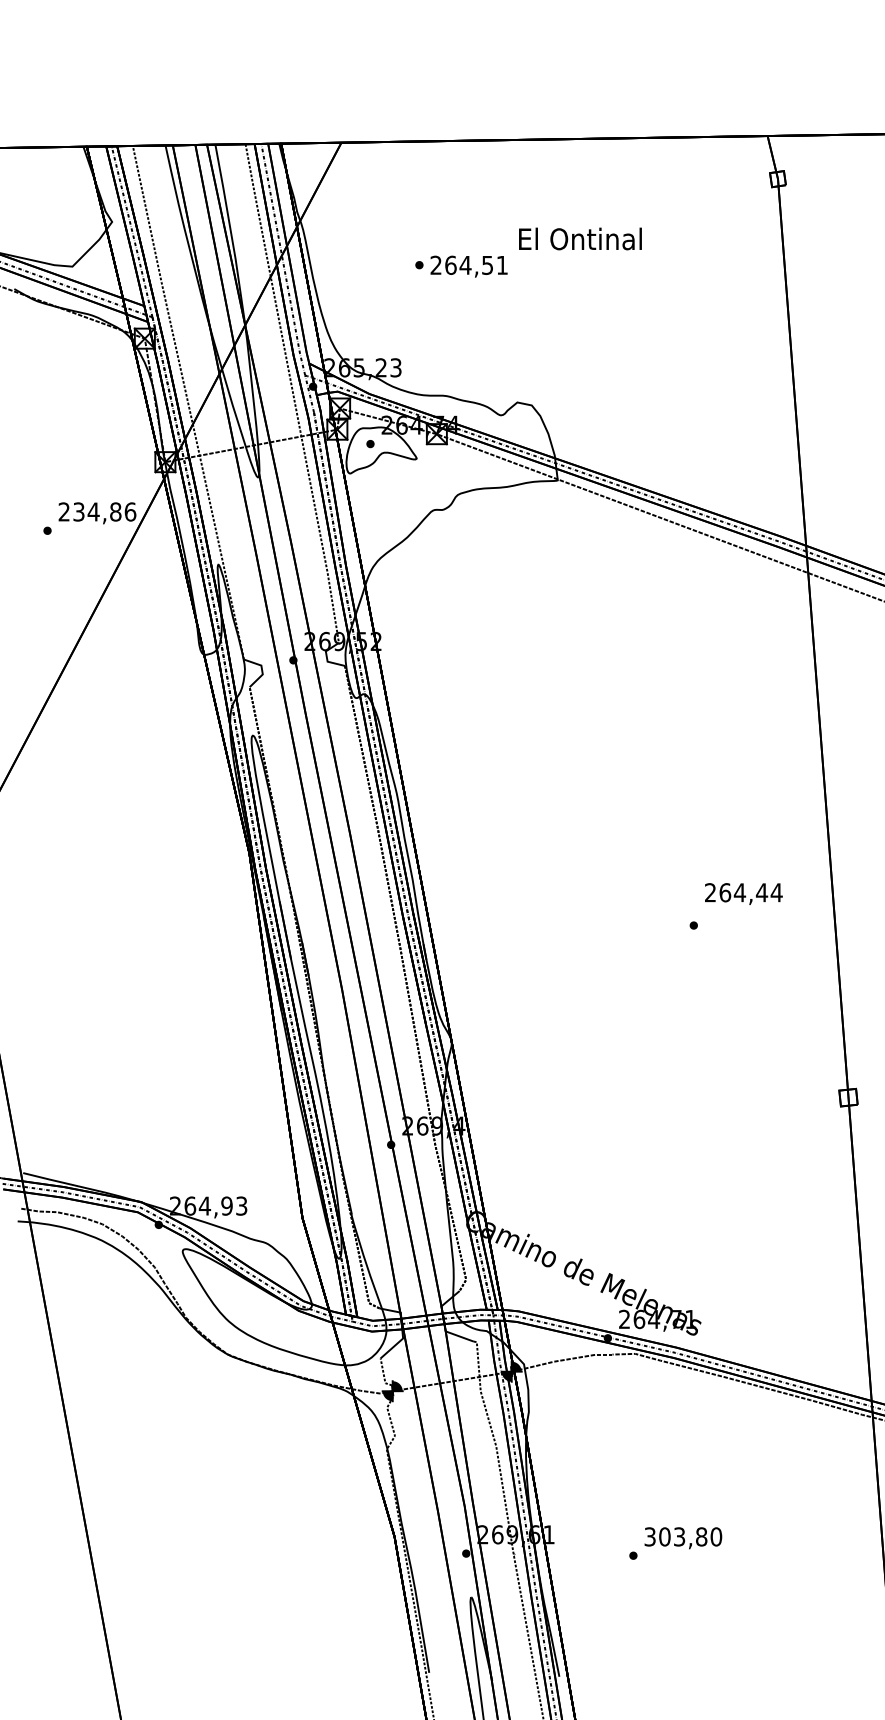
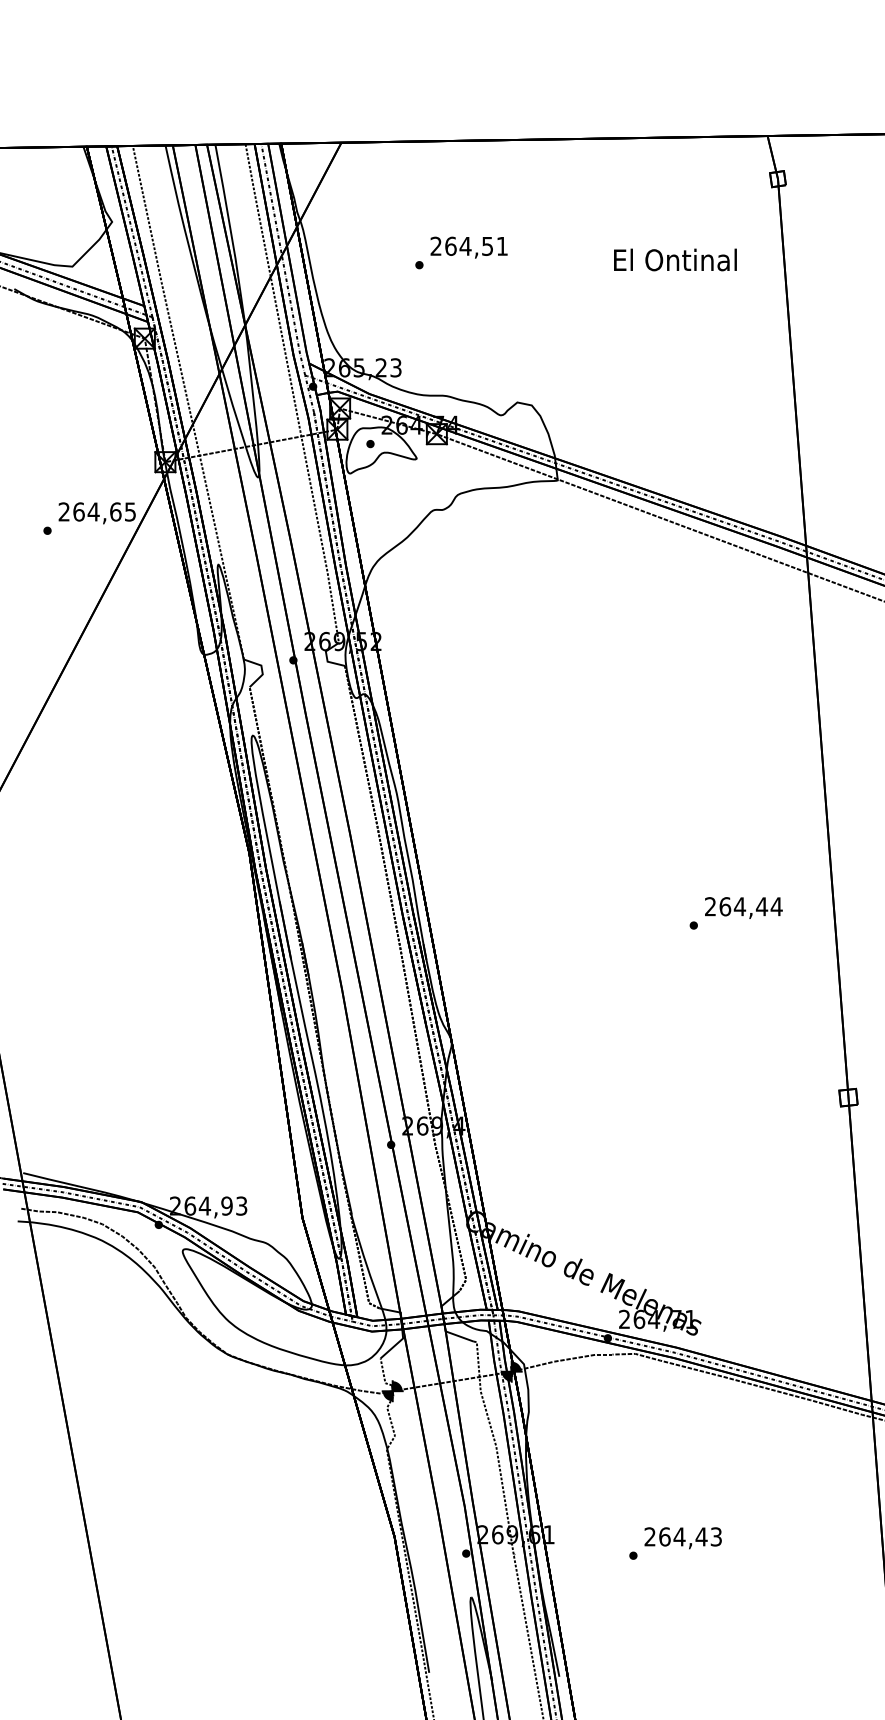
text at (580, 238) position: (580, 238) -> (675, 259)
text at (468, 266) position: (468, 266) -> (468, 247)
text at (104, 511): 234,86 -> 264,65
text at (743, 893) position: (743, 893) -> (743, 907)
text at (683, 1536): 303,80 -> 264,43
